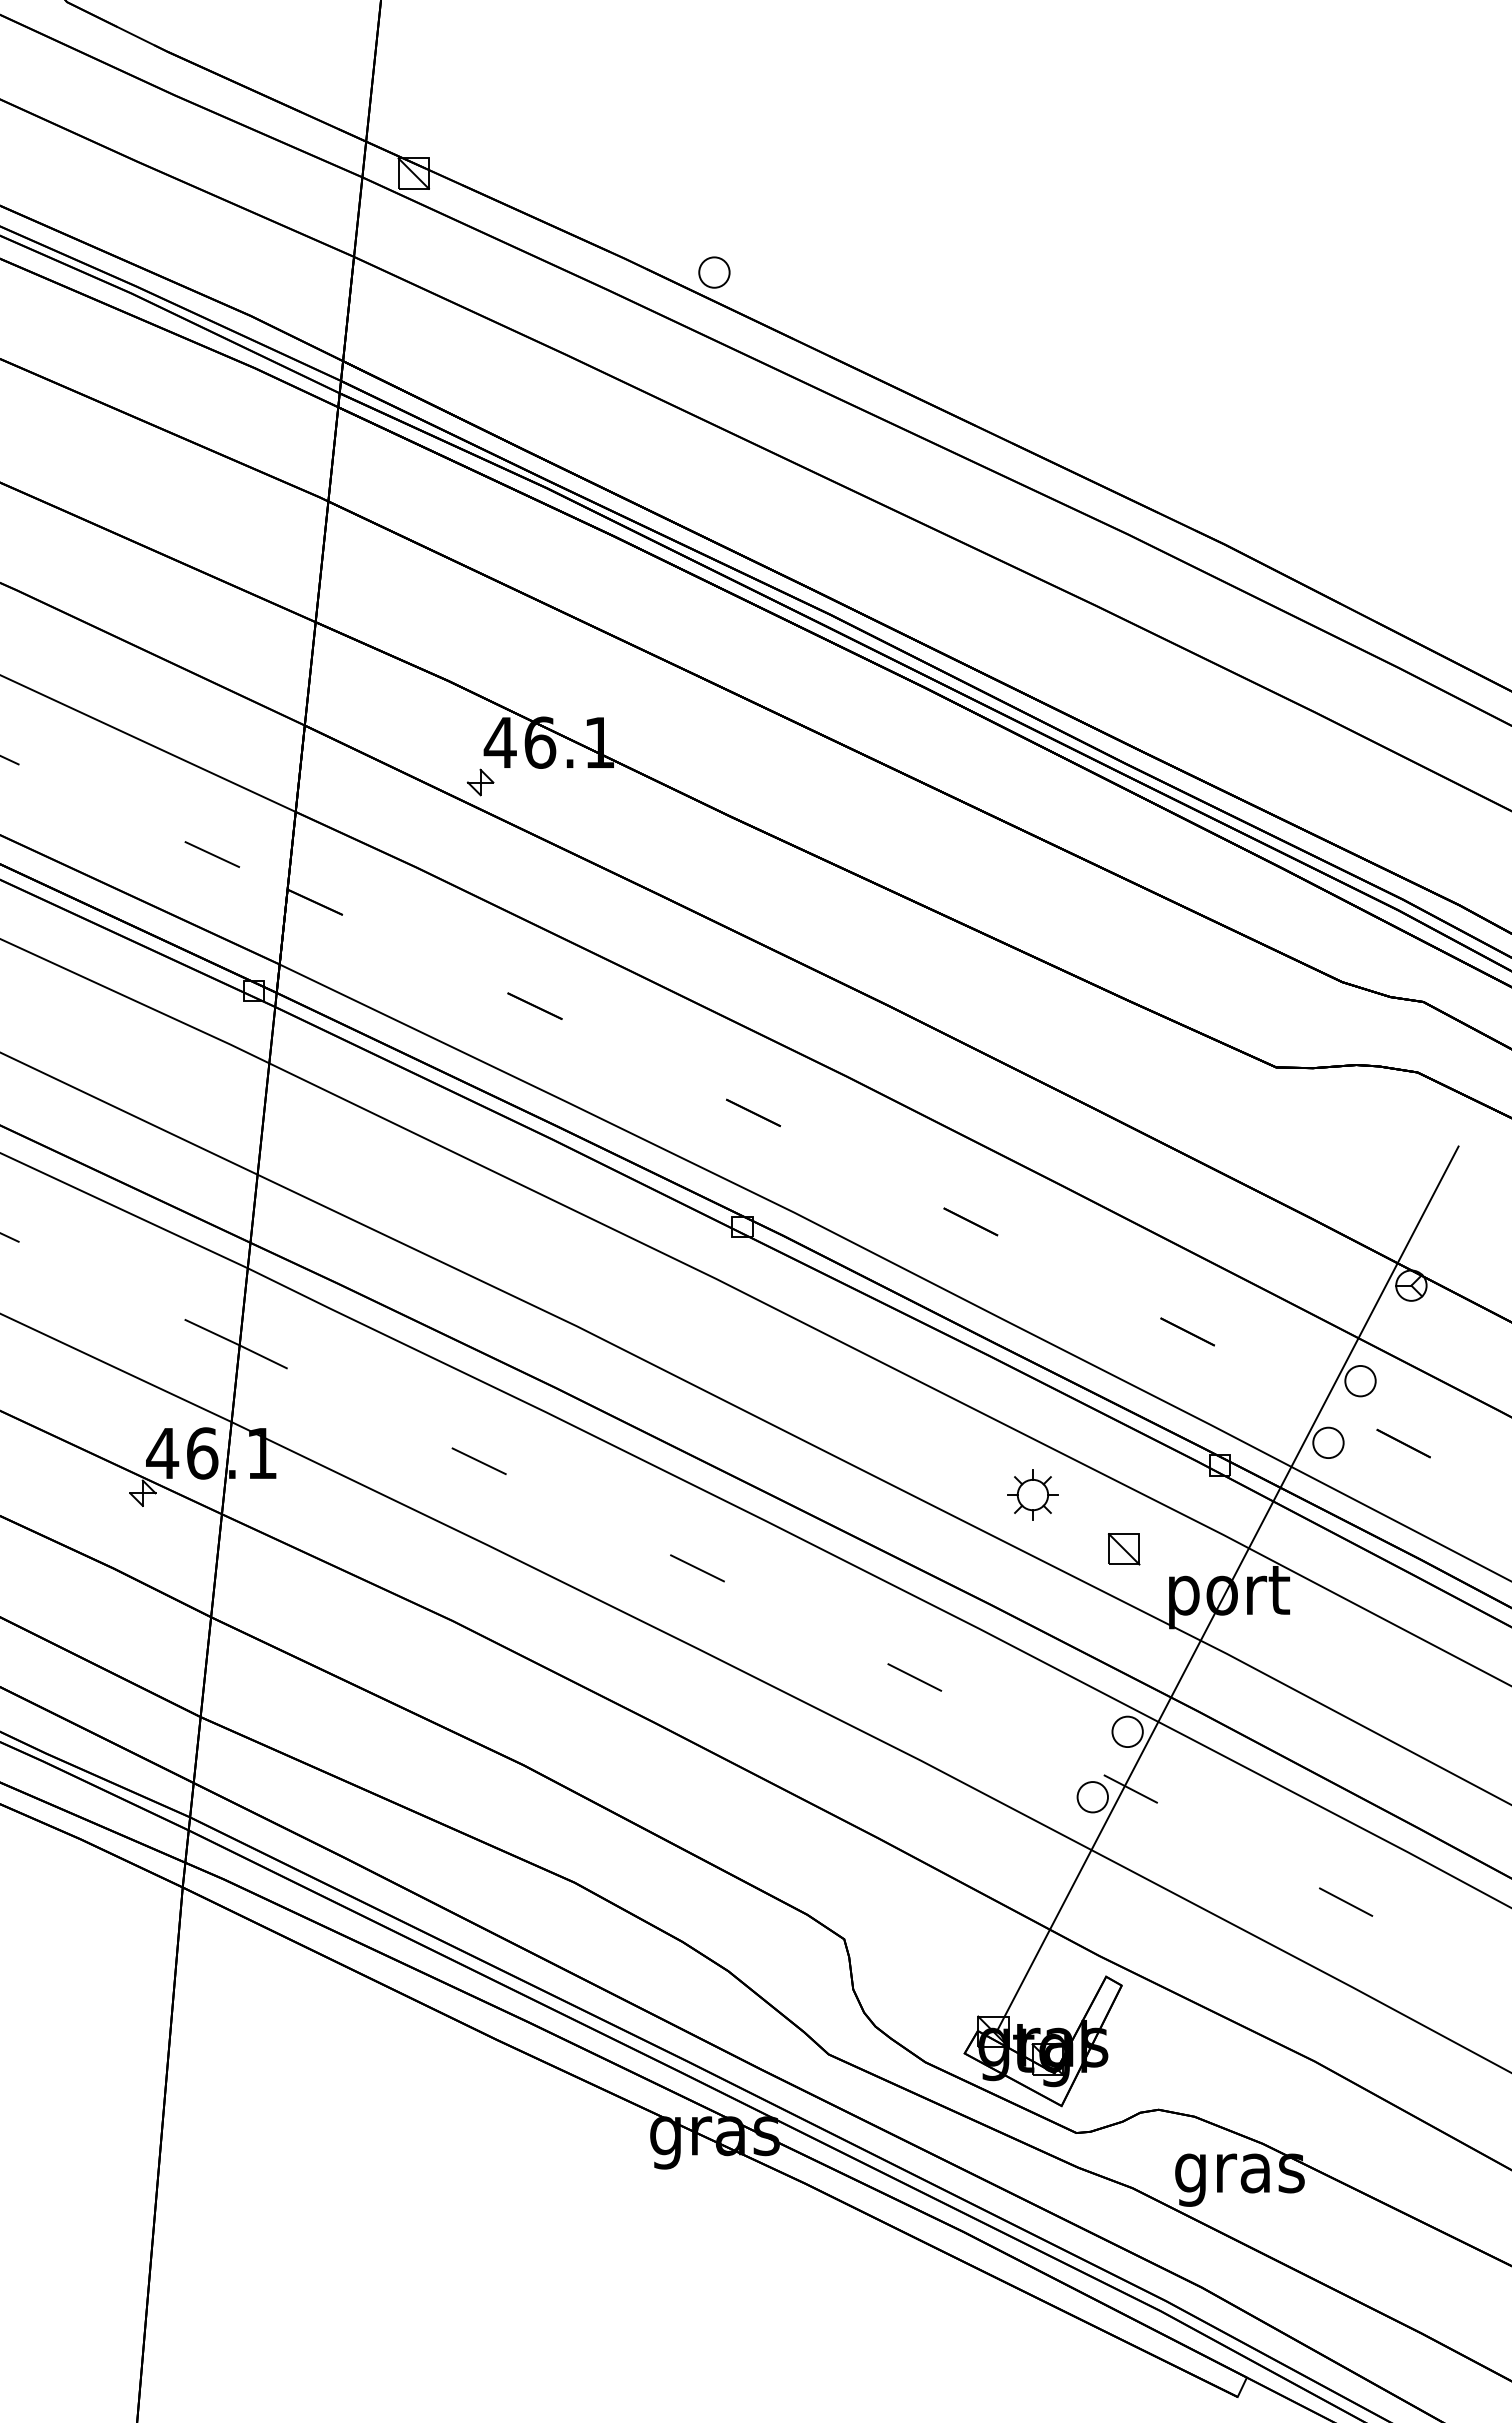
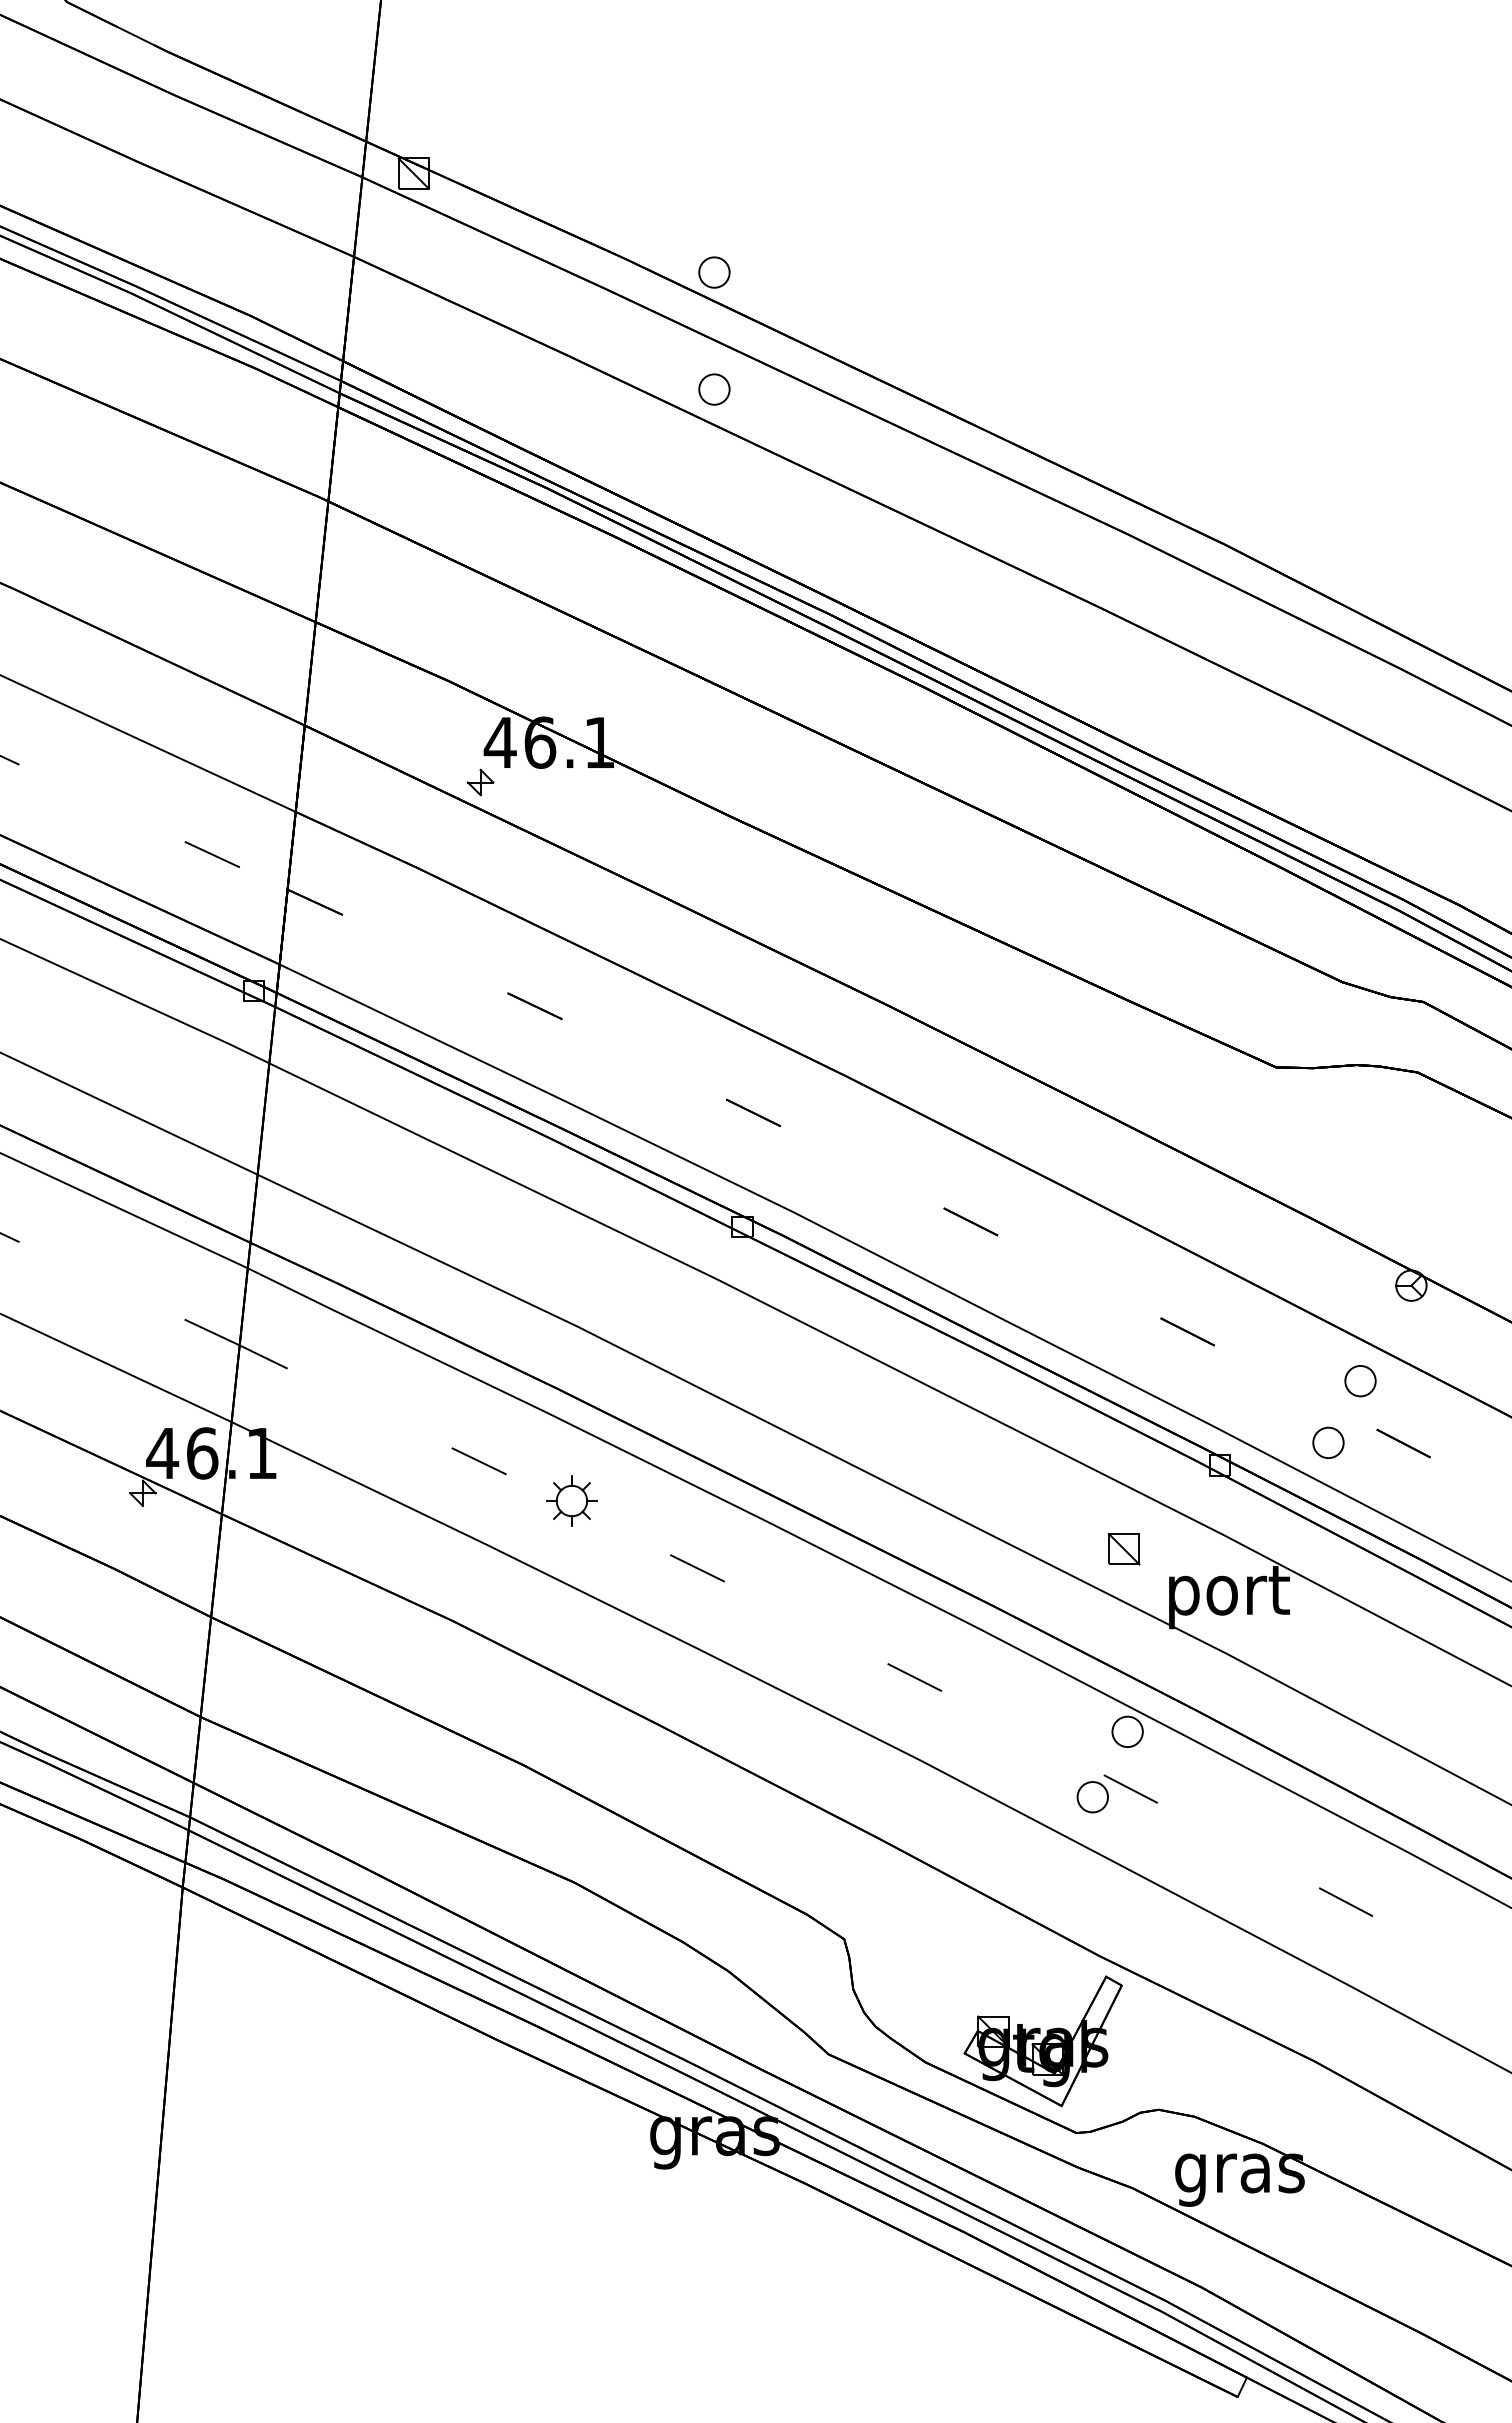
part at (714, 389): none -> present
part at (1032, 1494) position: (1032, 1494) -> (571, 1500)
line at (1227, 1589): present -> none
